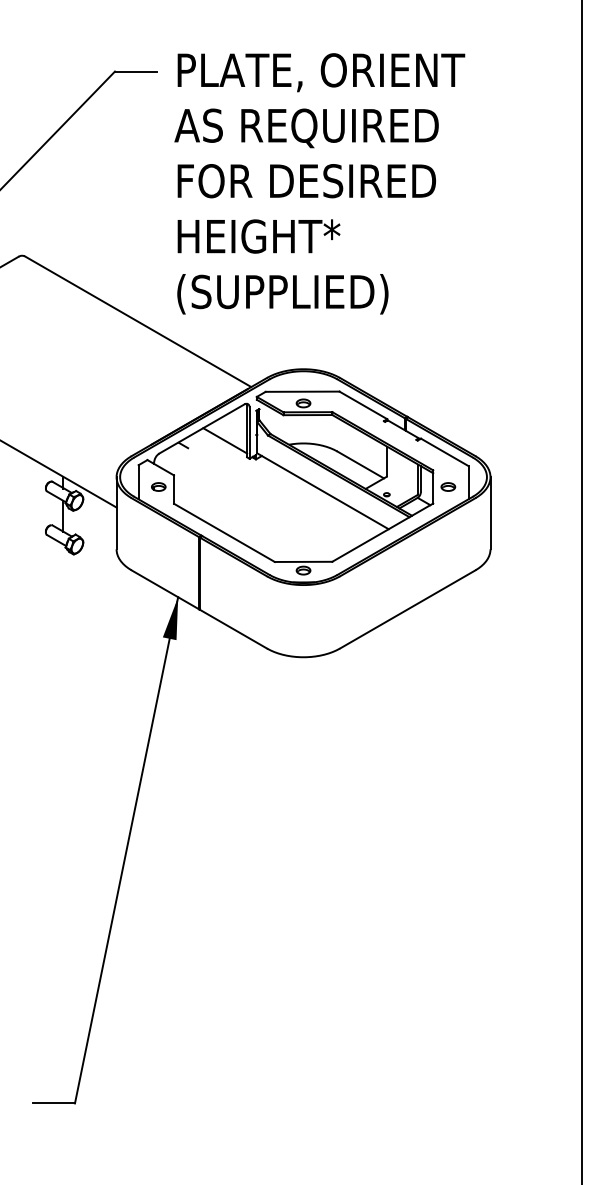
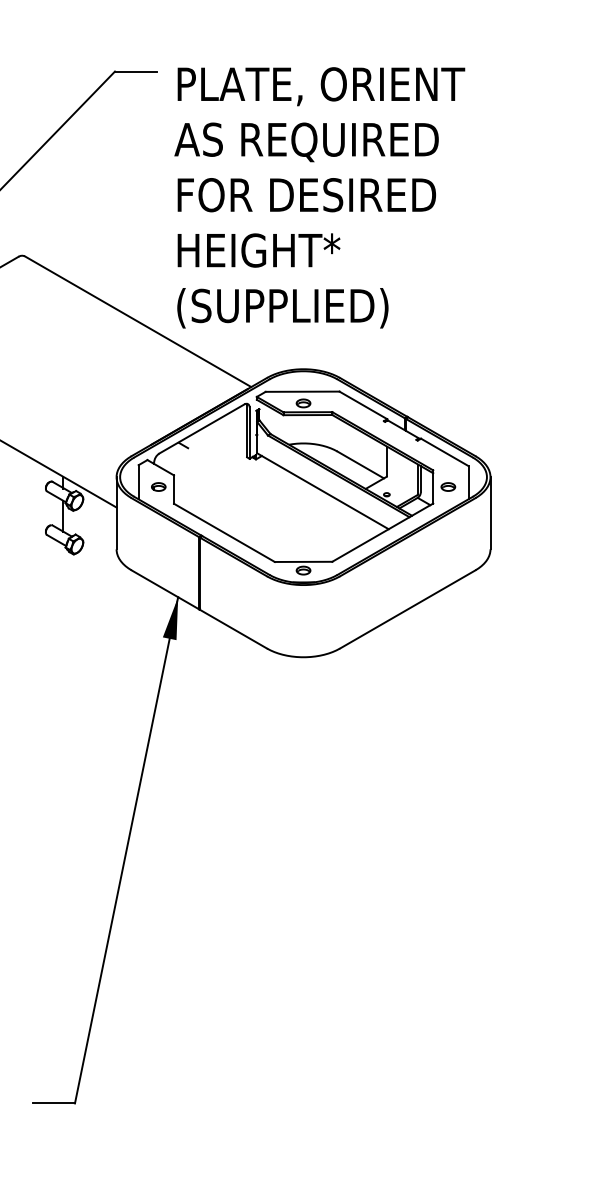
text at (319, 183) position: (319, 183) -> (319, 197)
line at (225, 440): present -> none
line at (581, 591): present -> none
